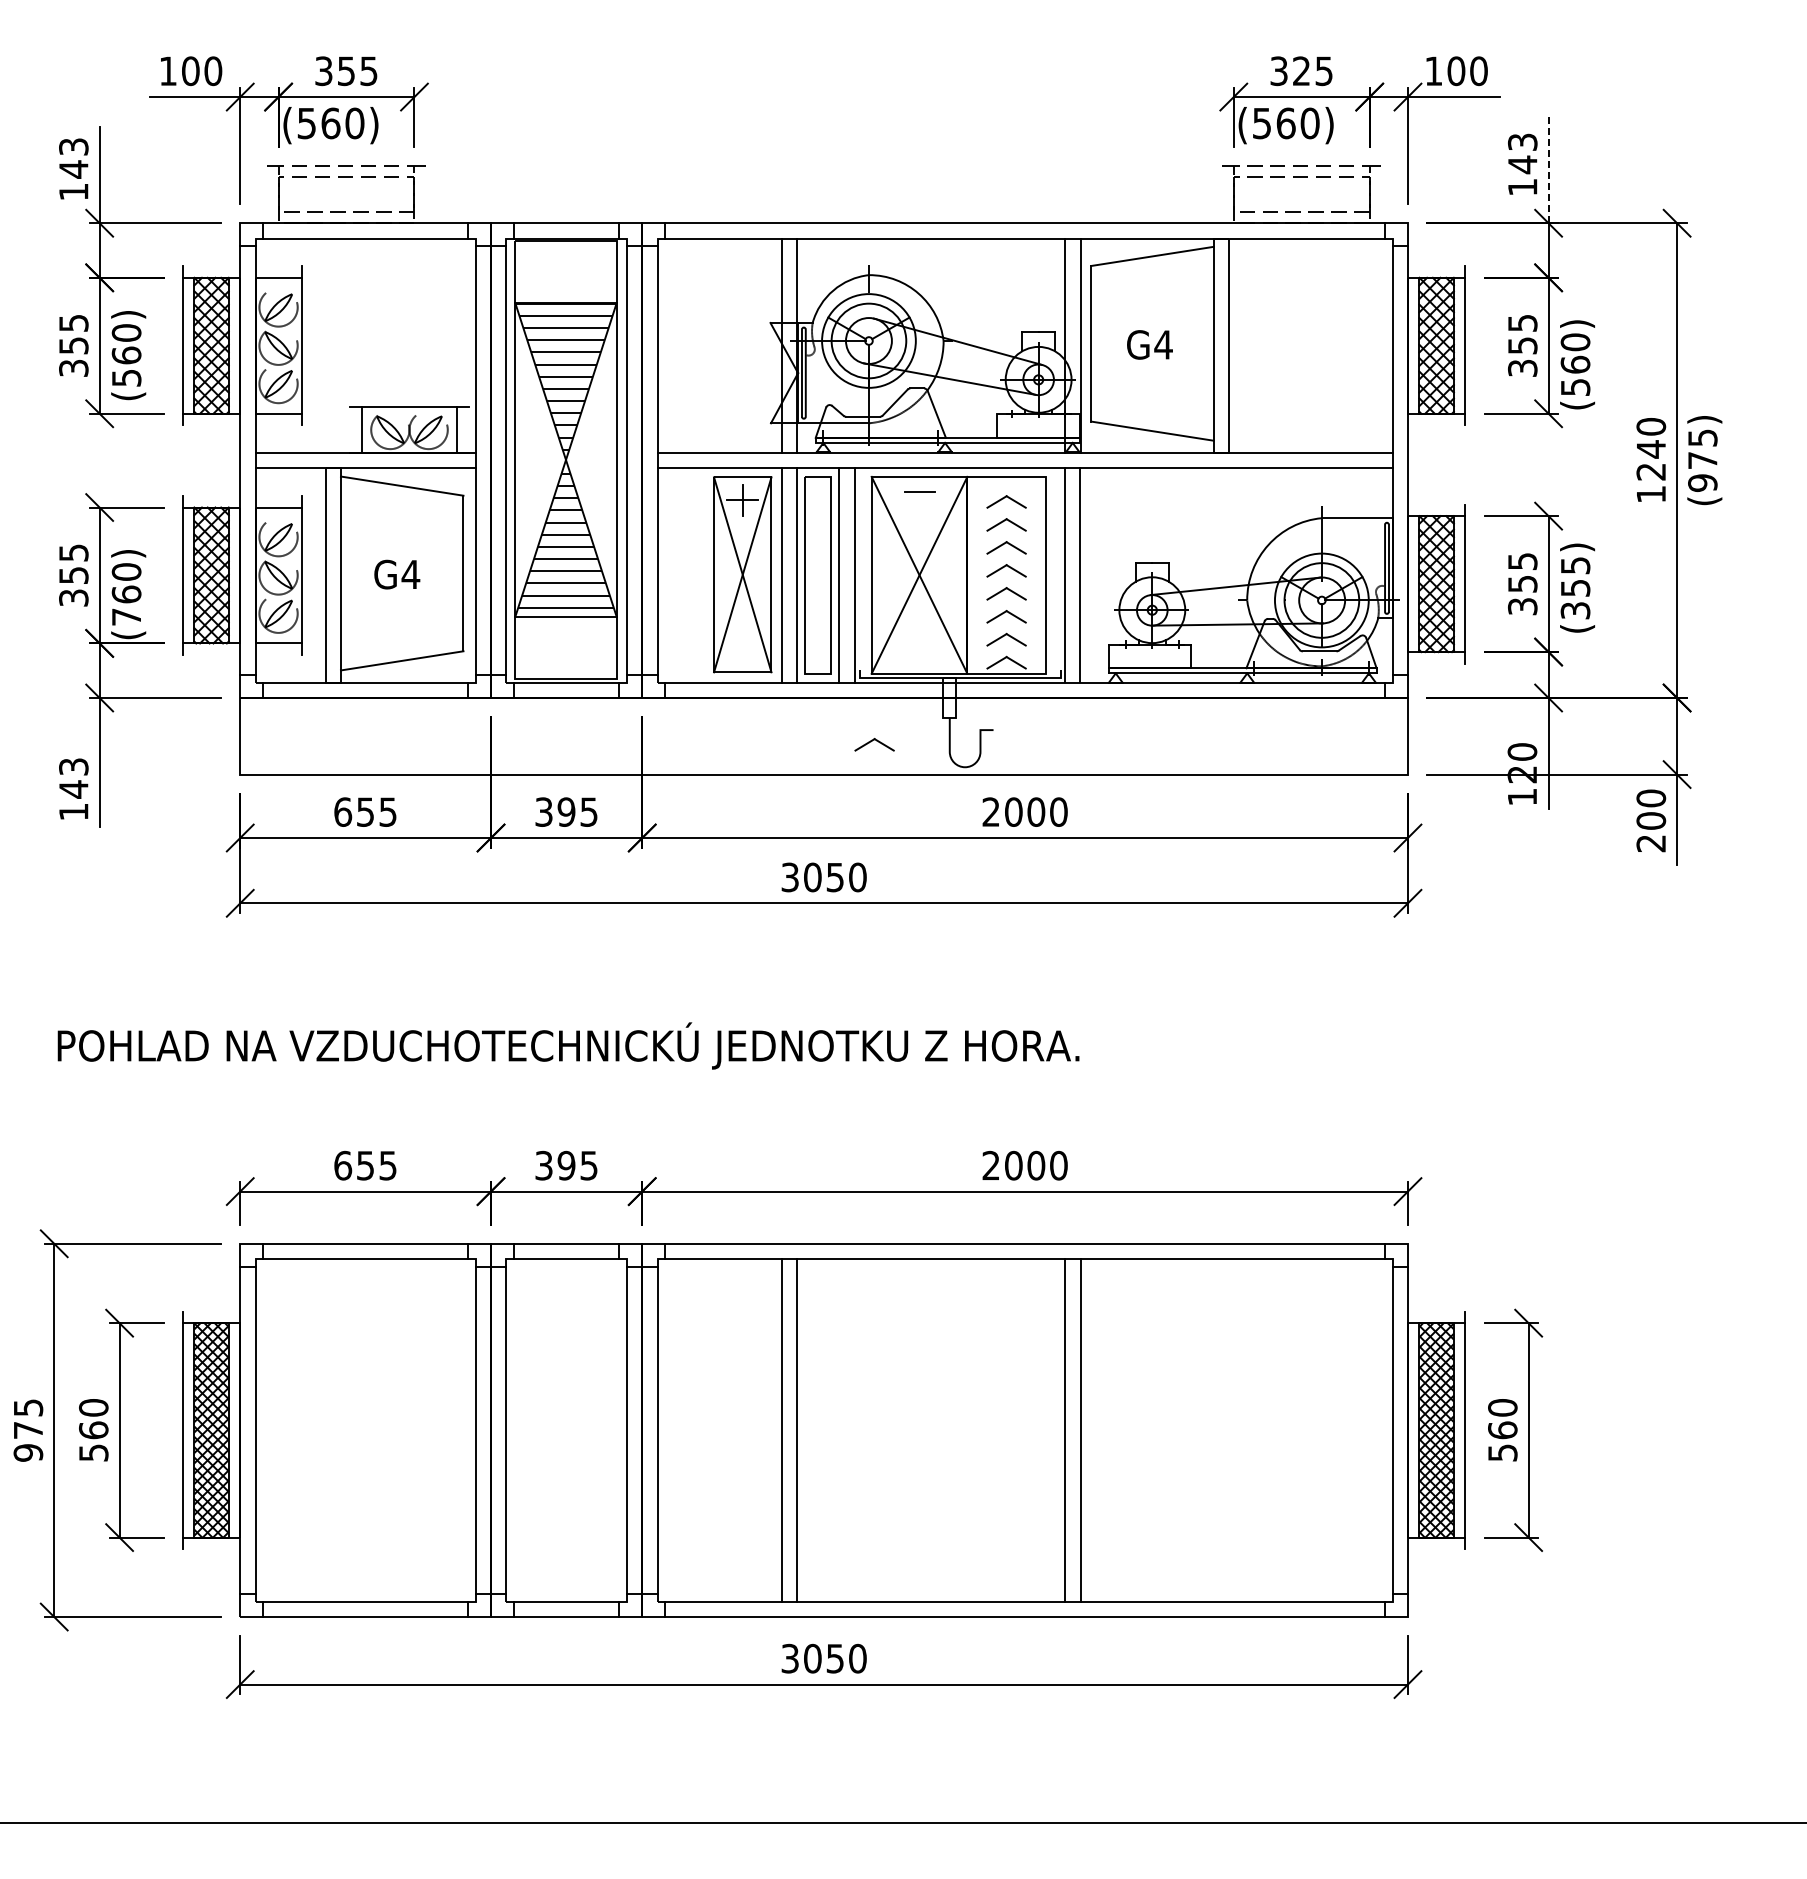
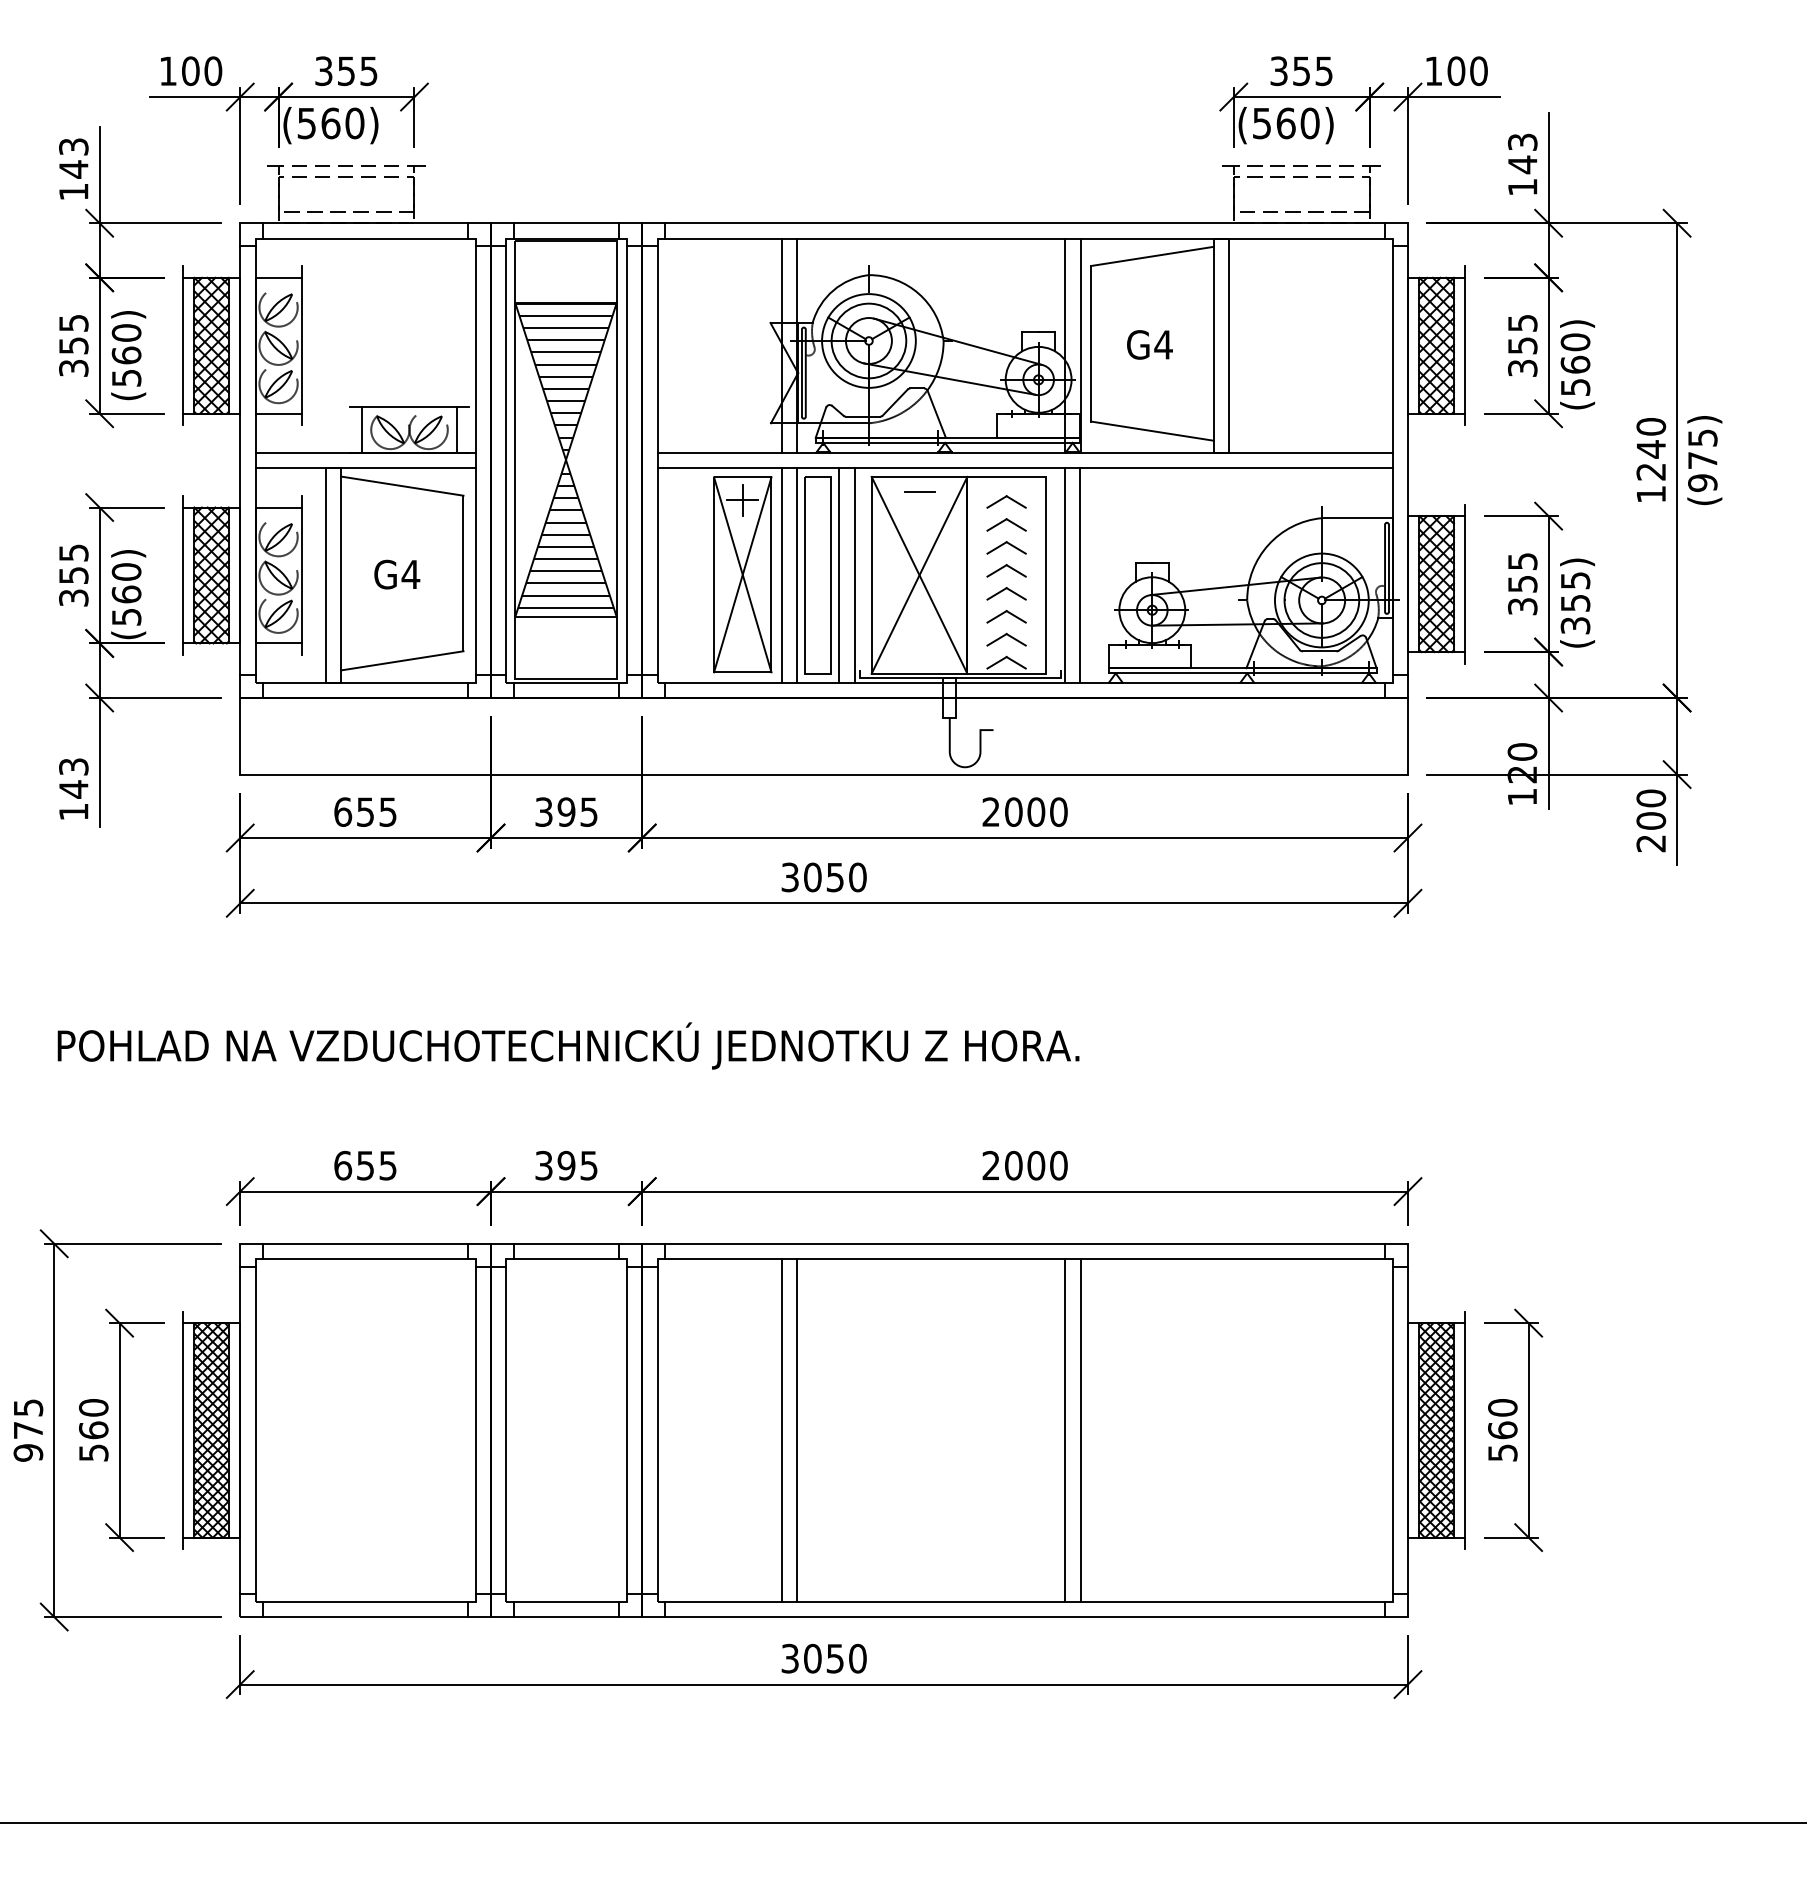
text at (1301, 71): 325 -> 355
line at (1548, 168): dashed -> solid
text at (1577, 587) position: (1577, 587) -> (1577, 602)
text at (126, 616): (760) -> (560)
part at (874, 744): present -> none
